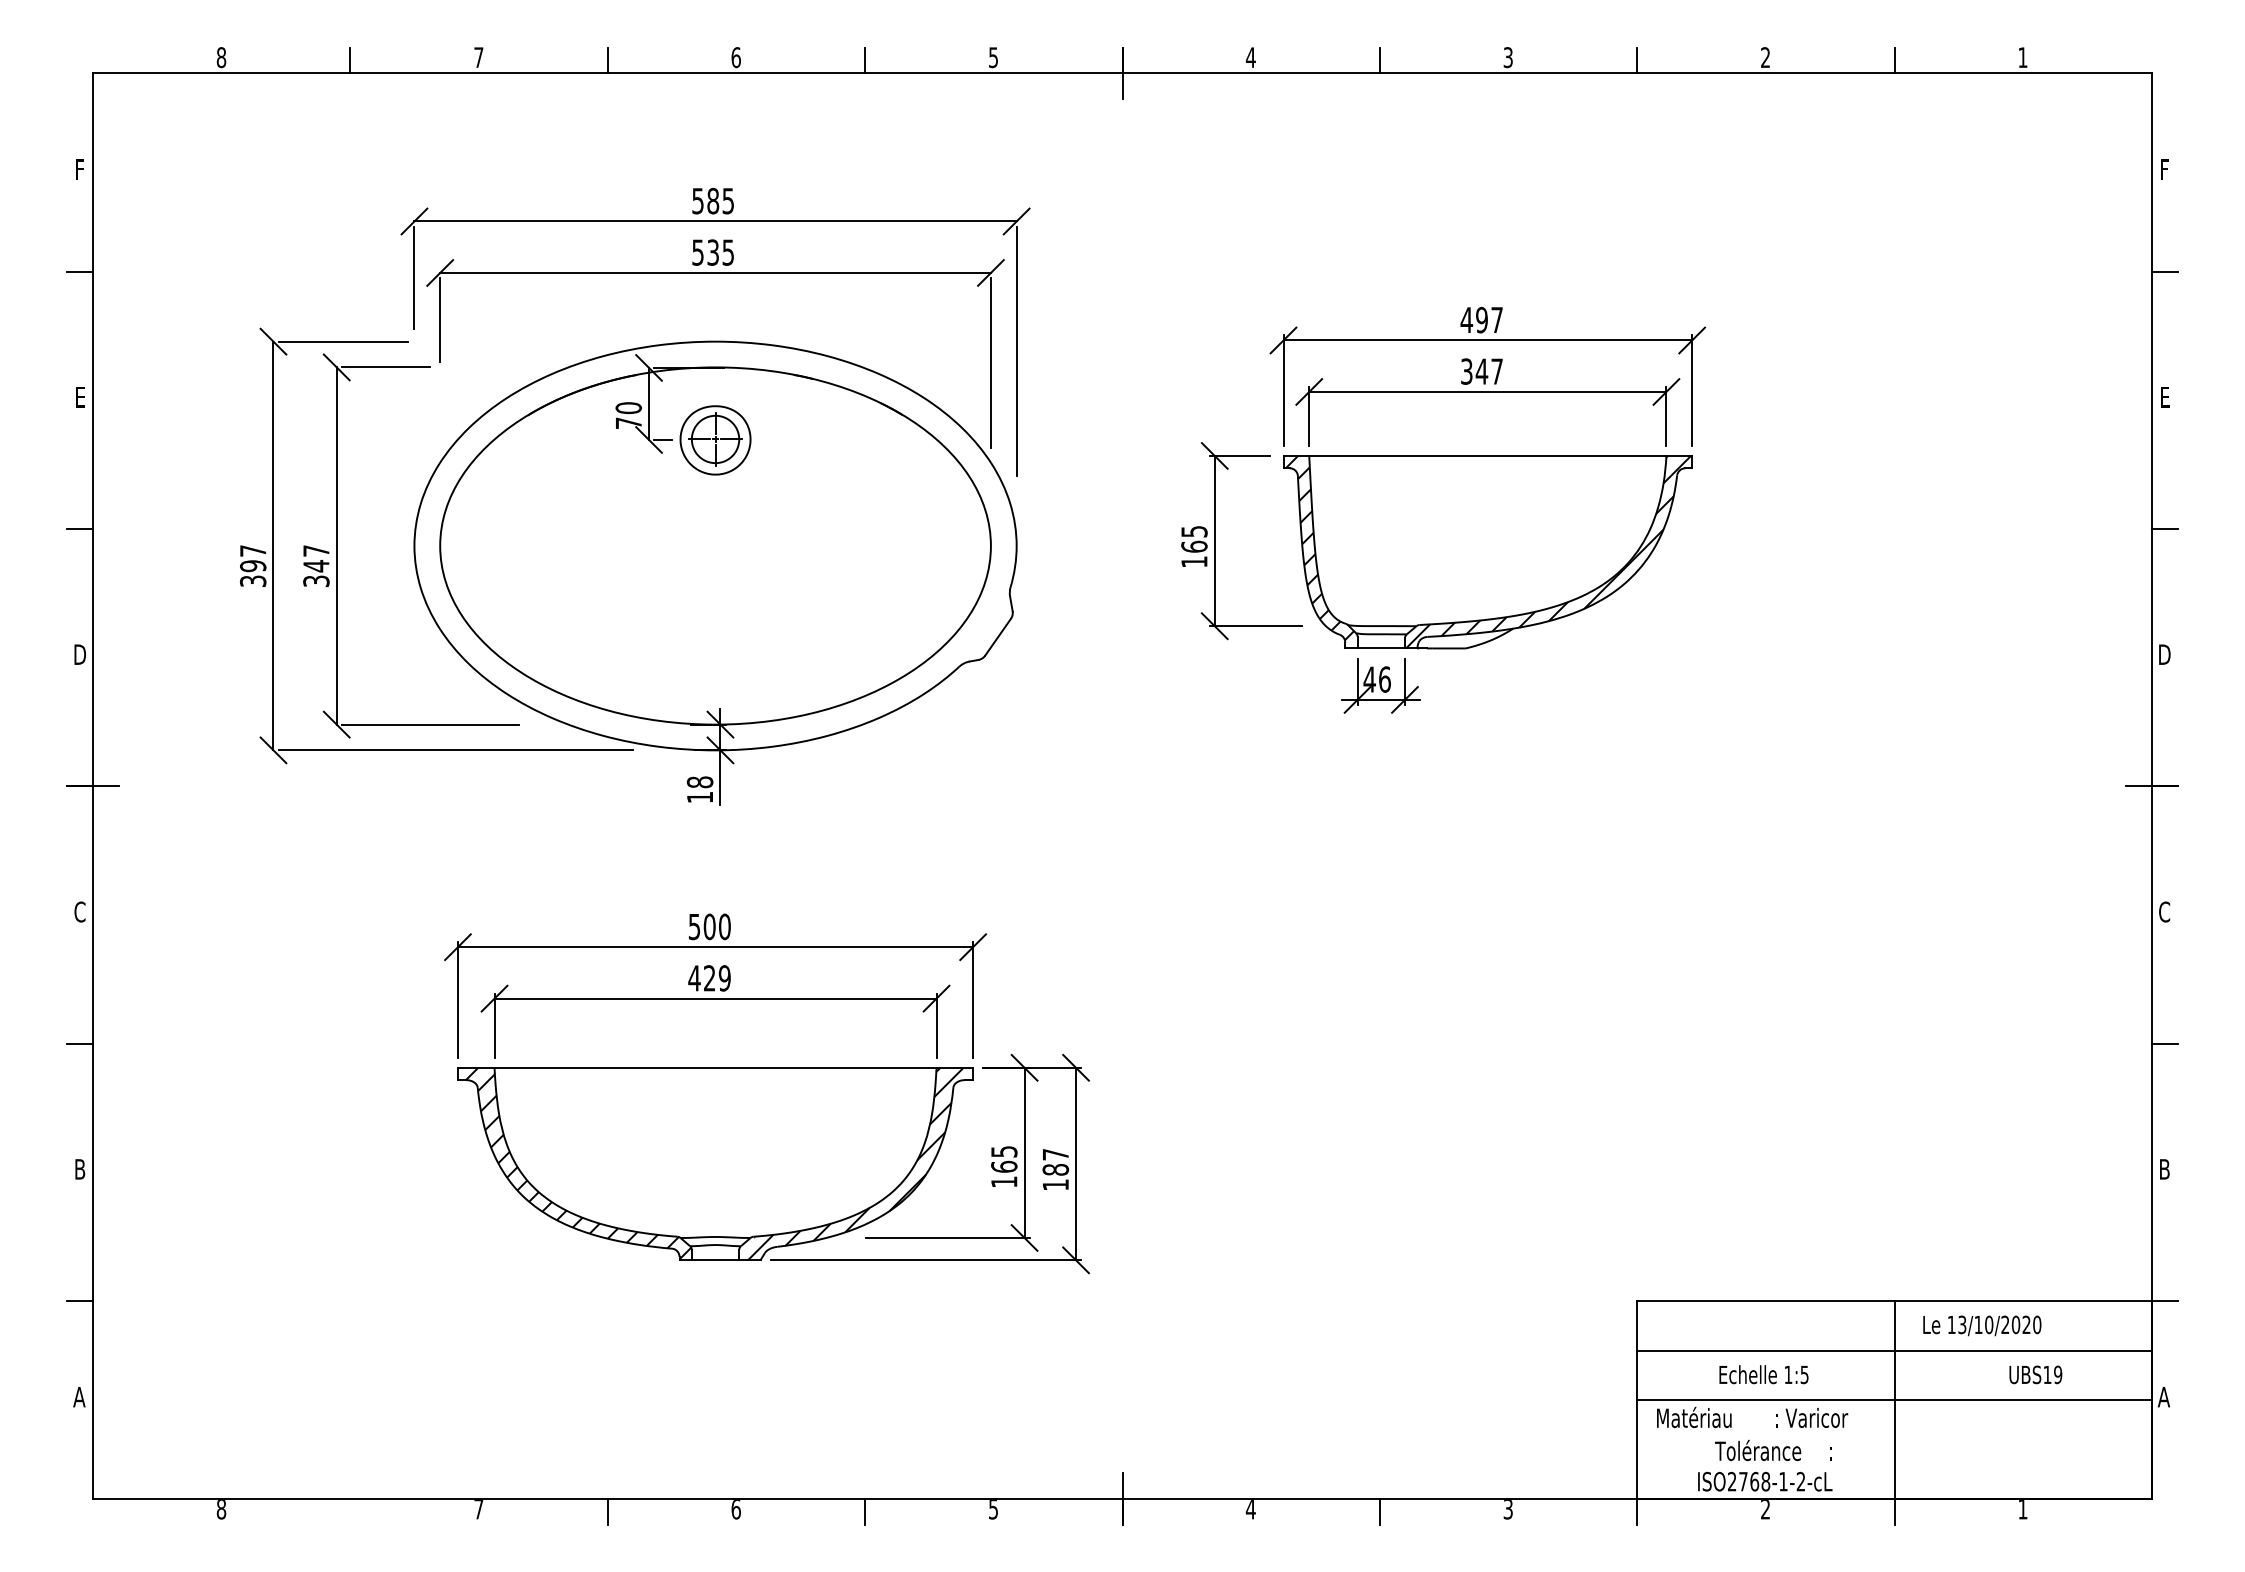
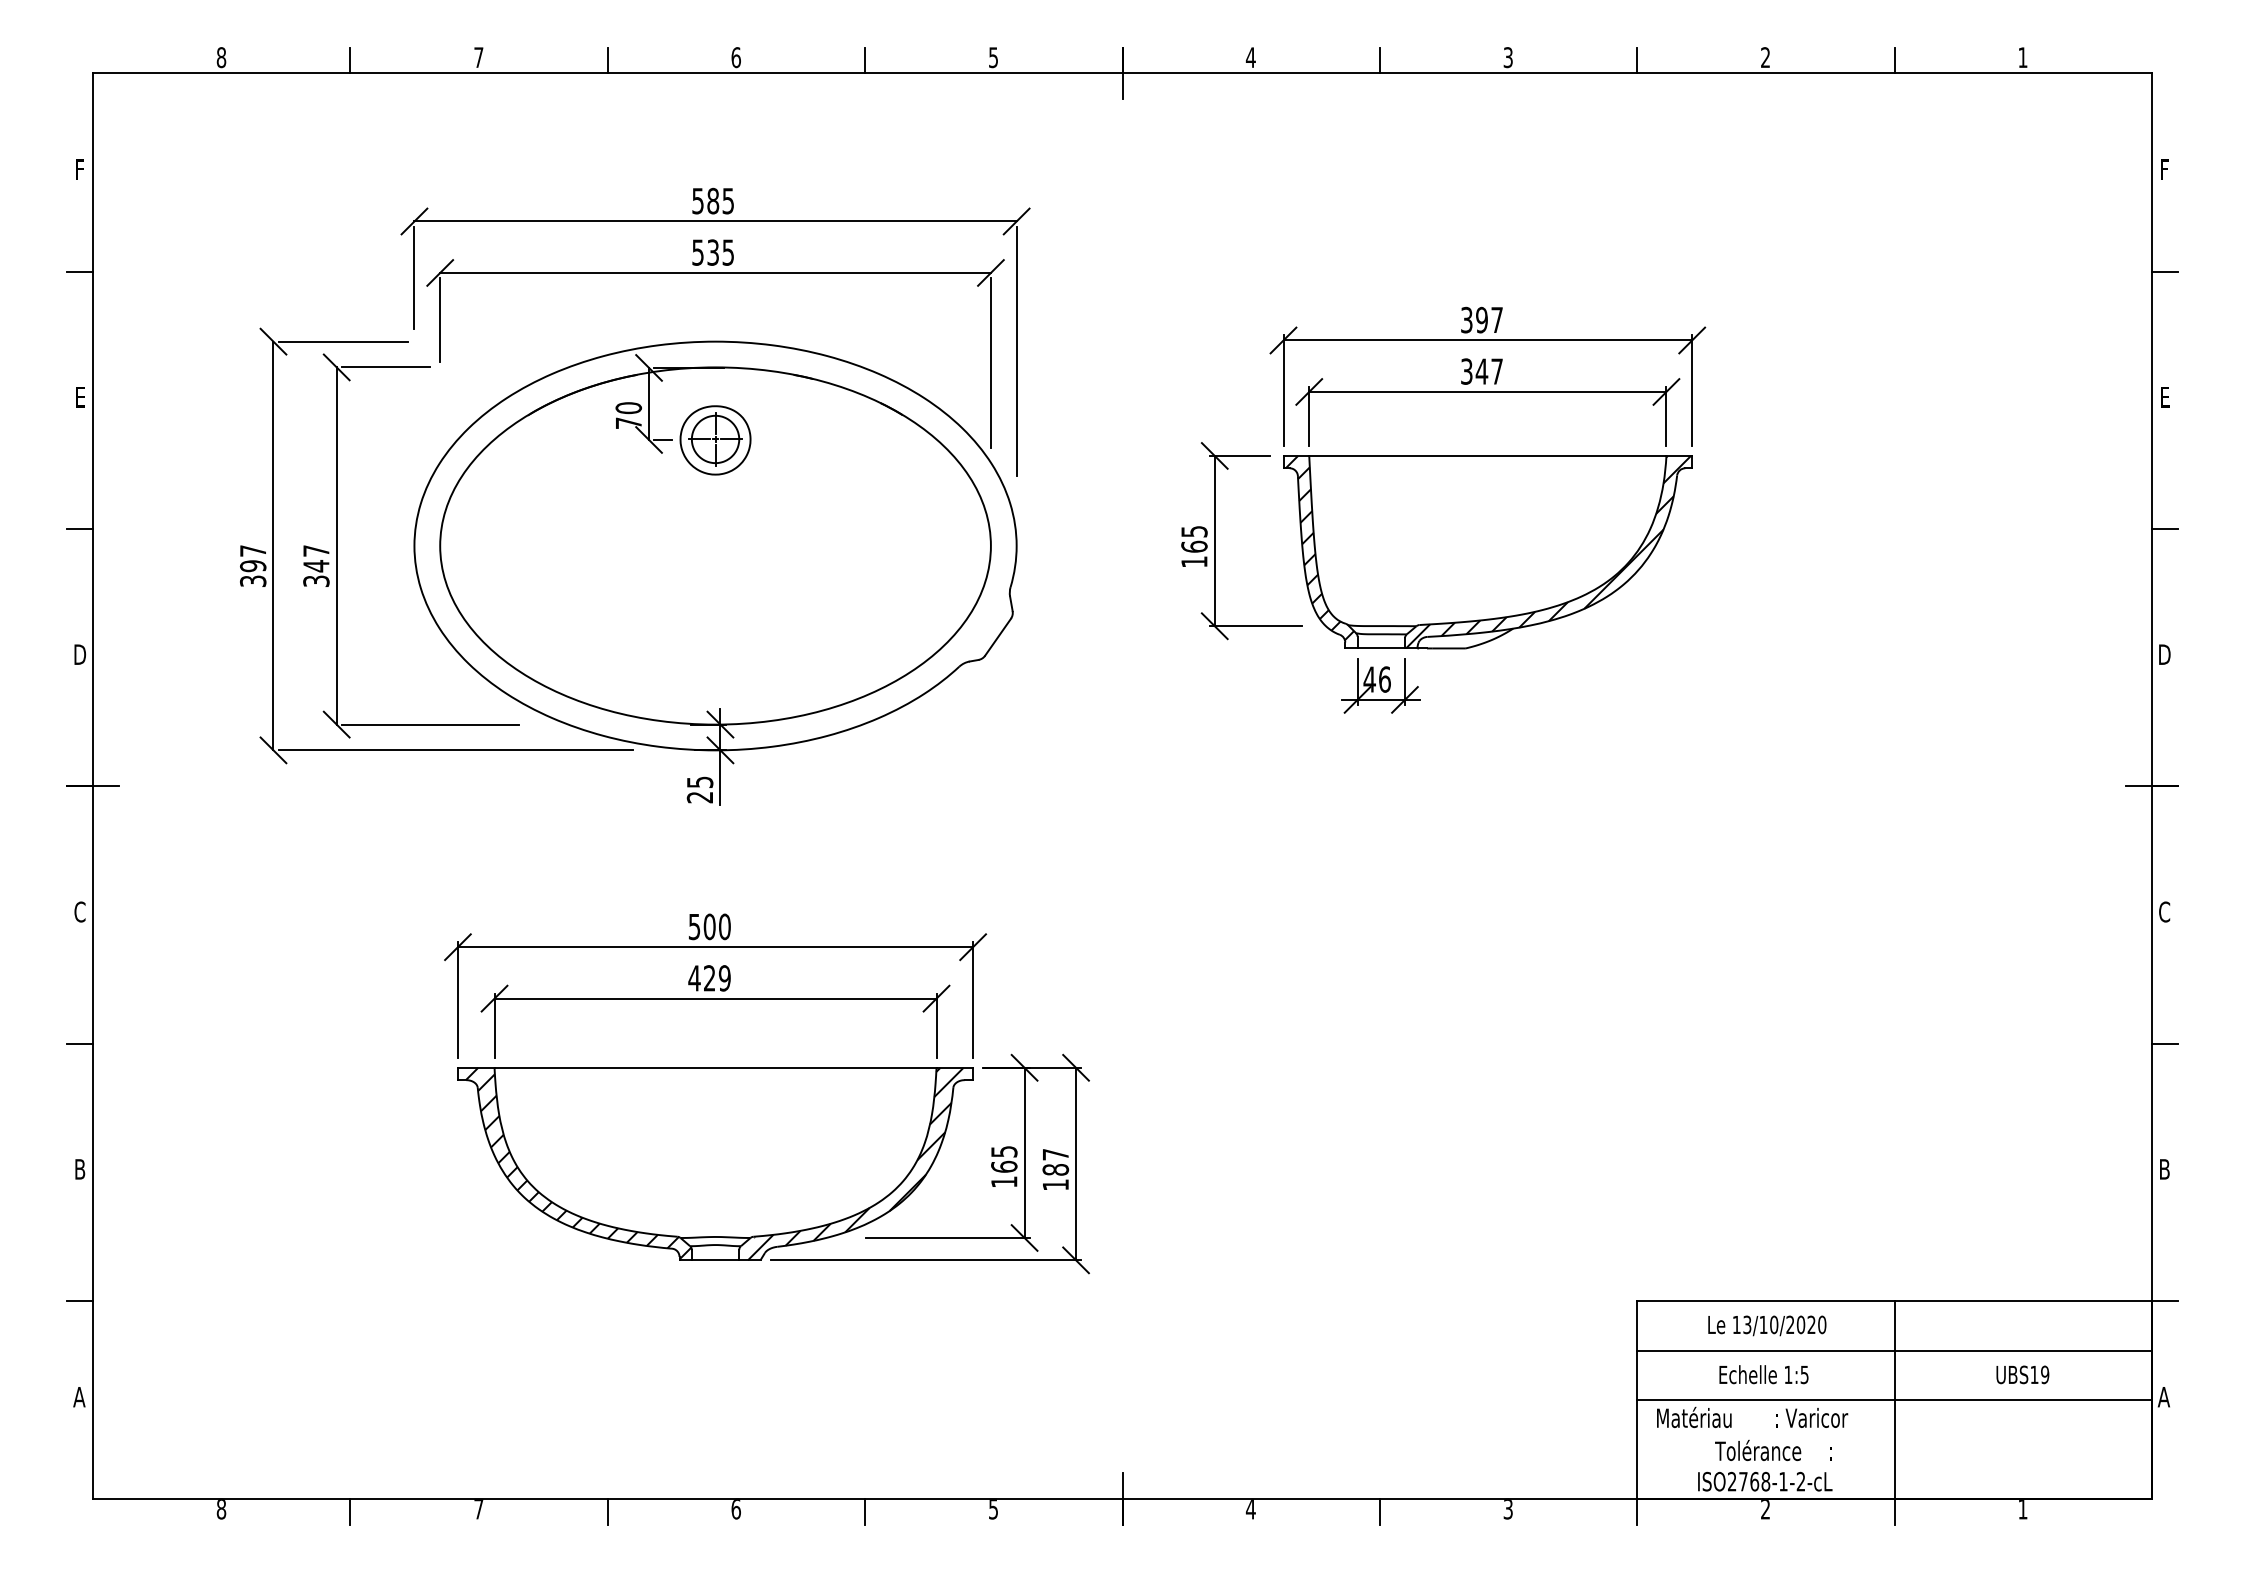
text at (1466, 319): 497 -> 397
text at (699, 789): 18 -> 25
text at (1982, 1325) position: (1982, 1325) -> (1767, 1325)
text at (2035, 1374) position: (2035, 1374) -> (2022, 1374)
line at (350, 1511): none -> present
